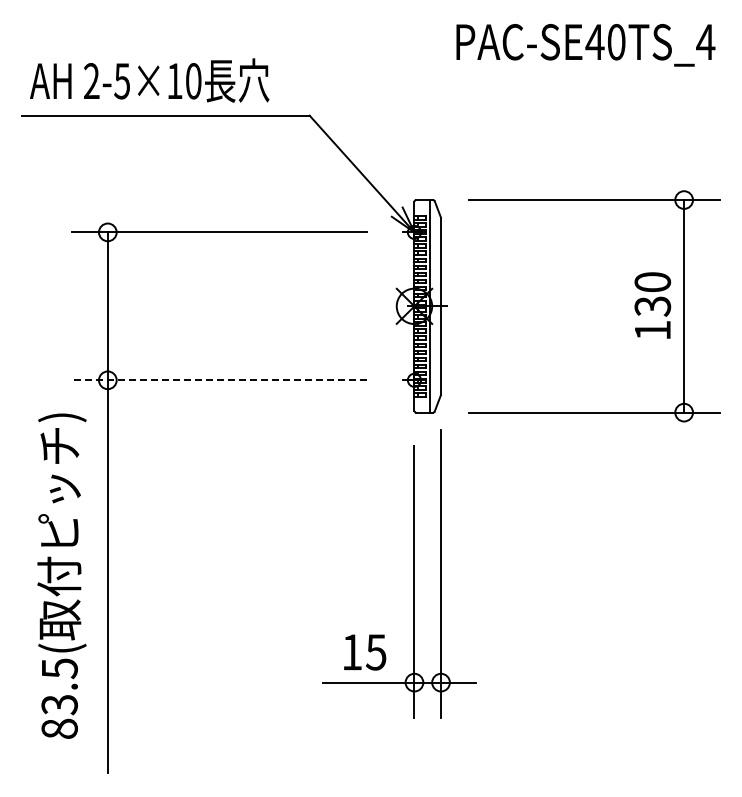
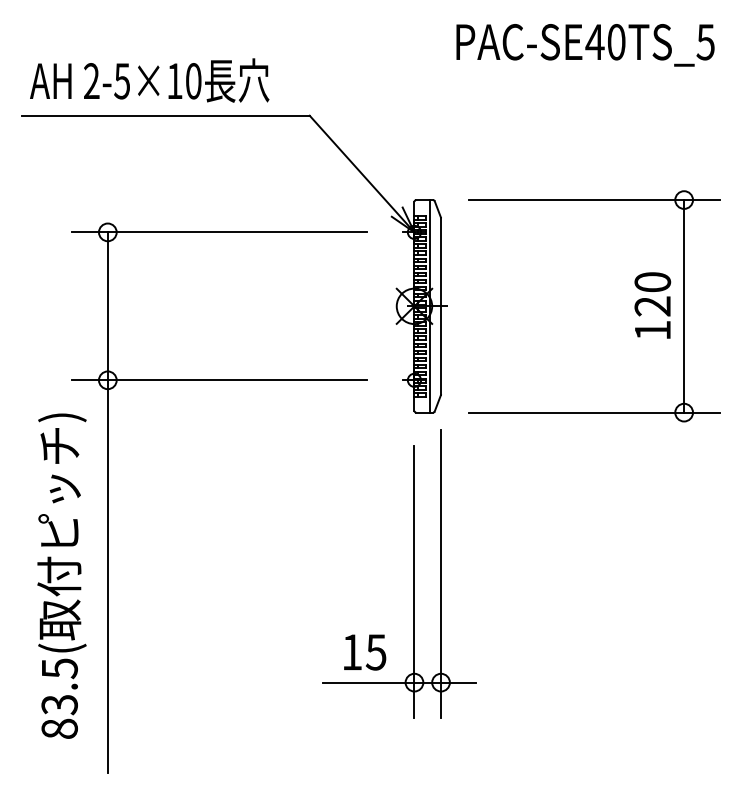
text at (705, 42): PAC-SE40TS_4 -> PAC-SE40TS_5
text at (653, 306): 130 -> 120
line at (219, 380): dashed -> solid
